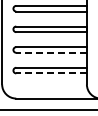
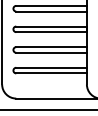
line at (51, 52): dashed -> solid
line at (51, 73): dashed -> solid
